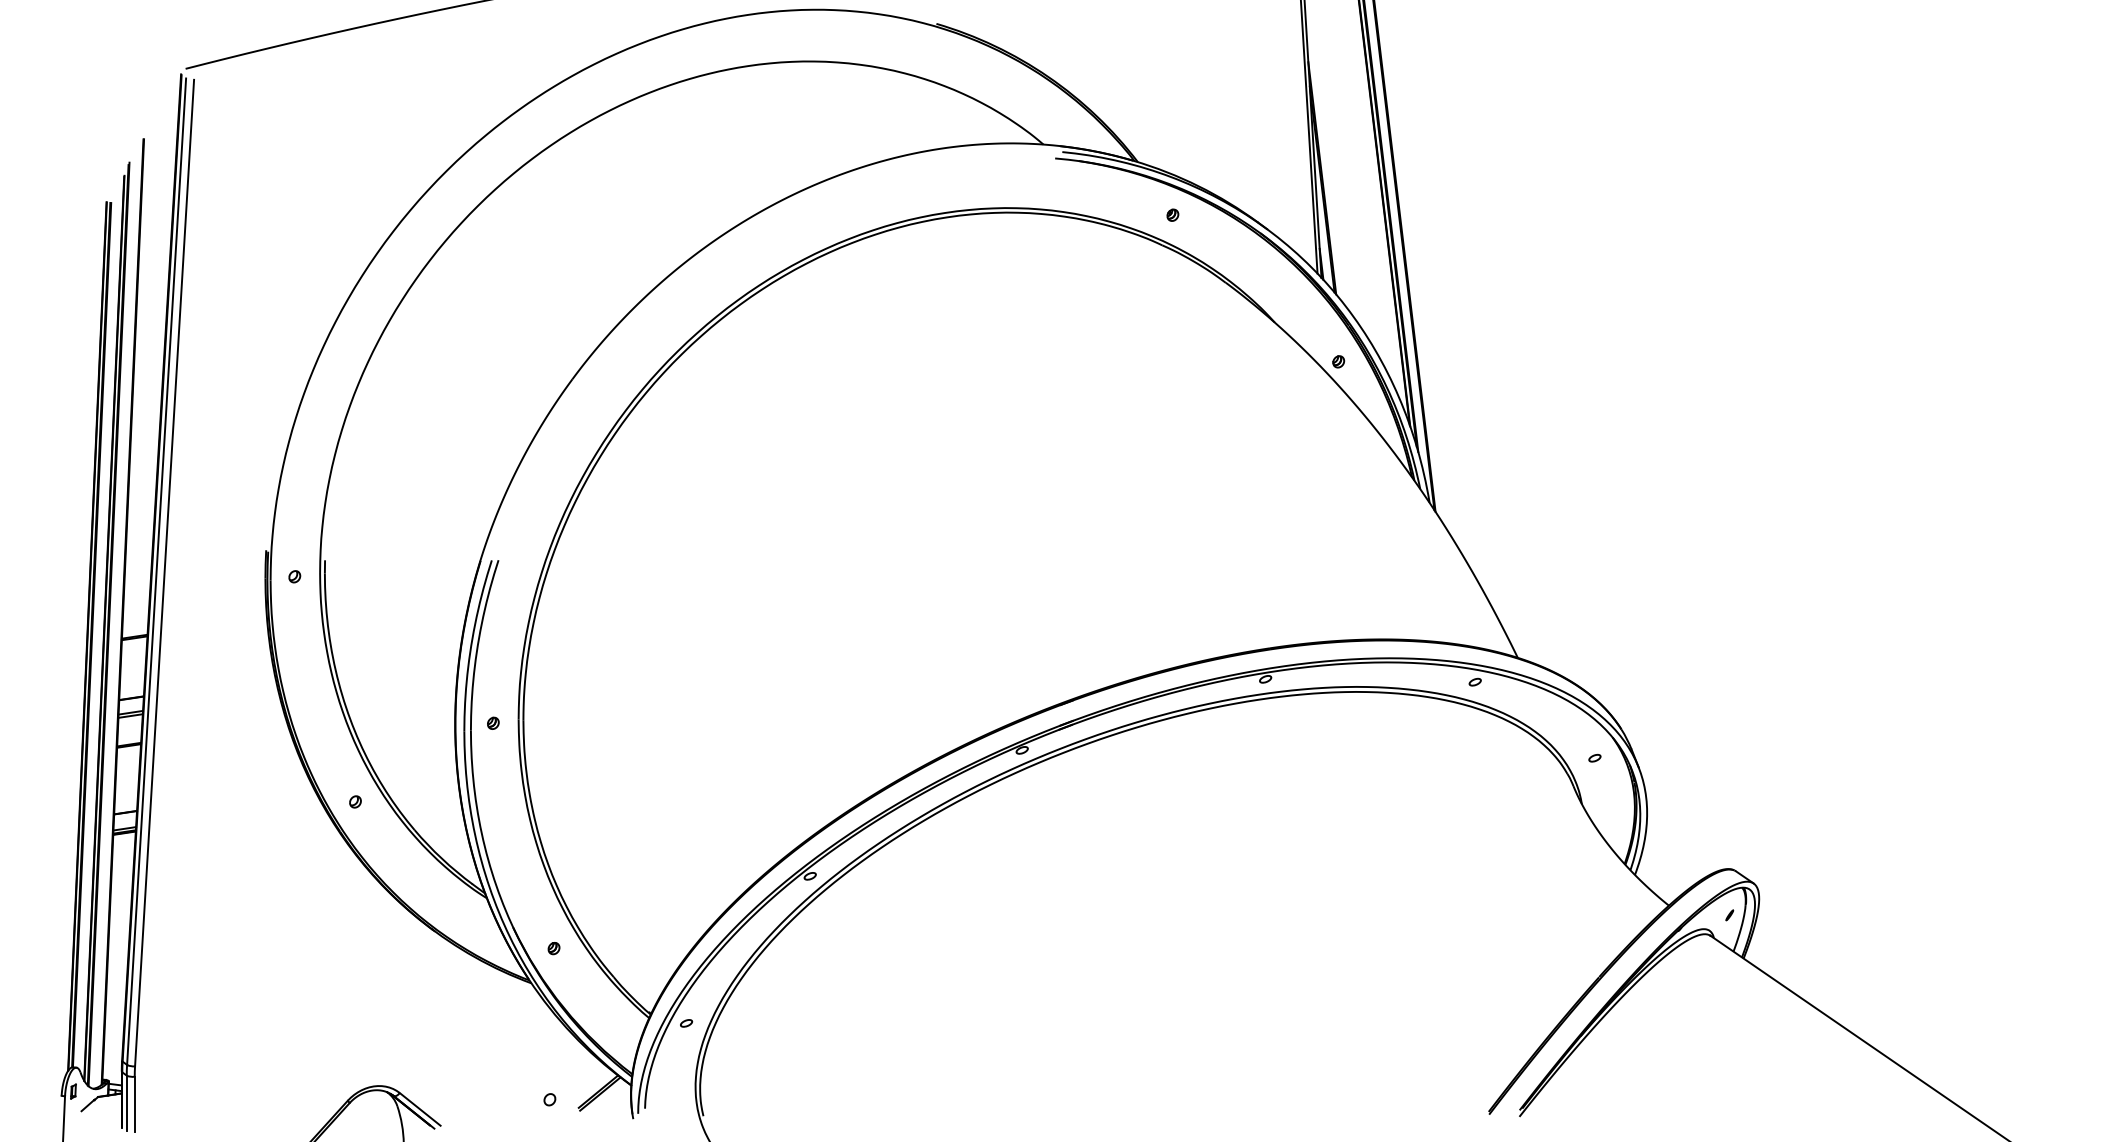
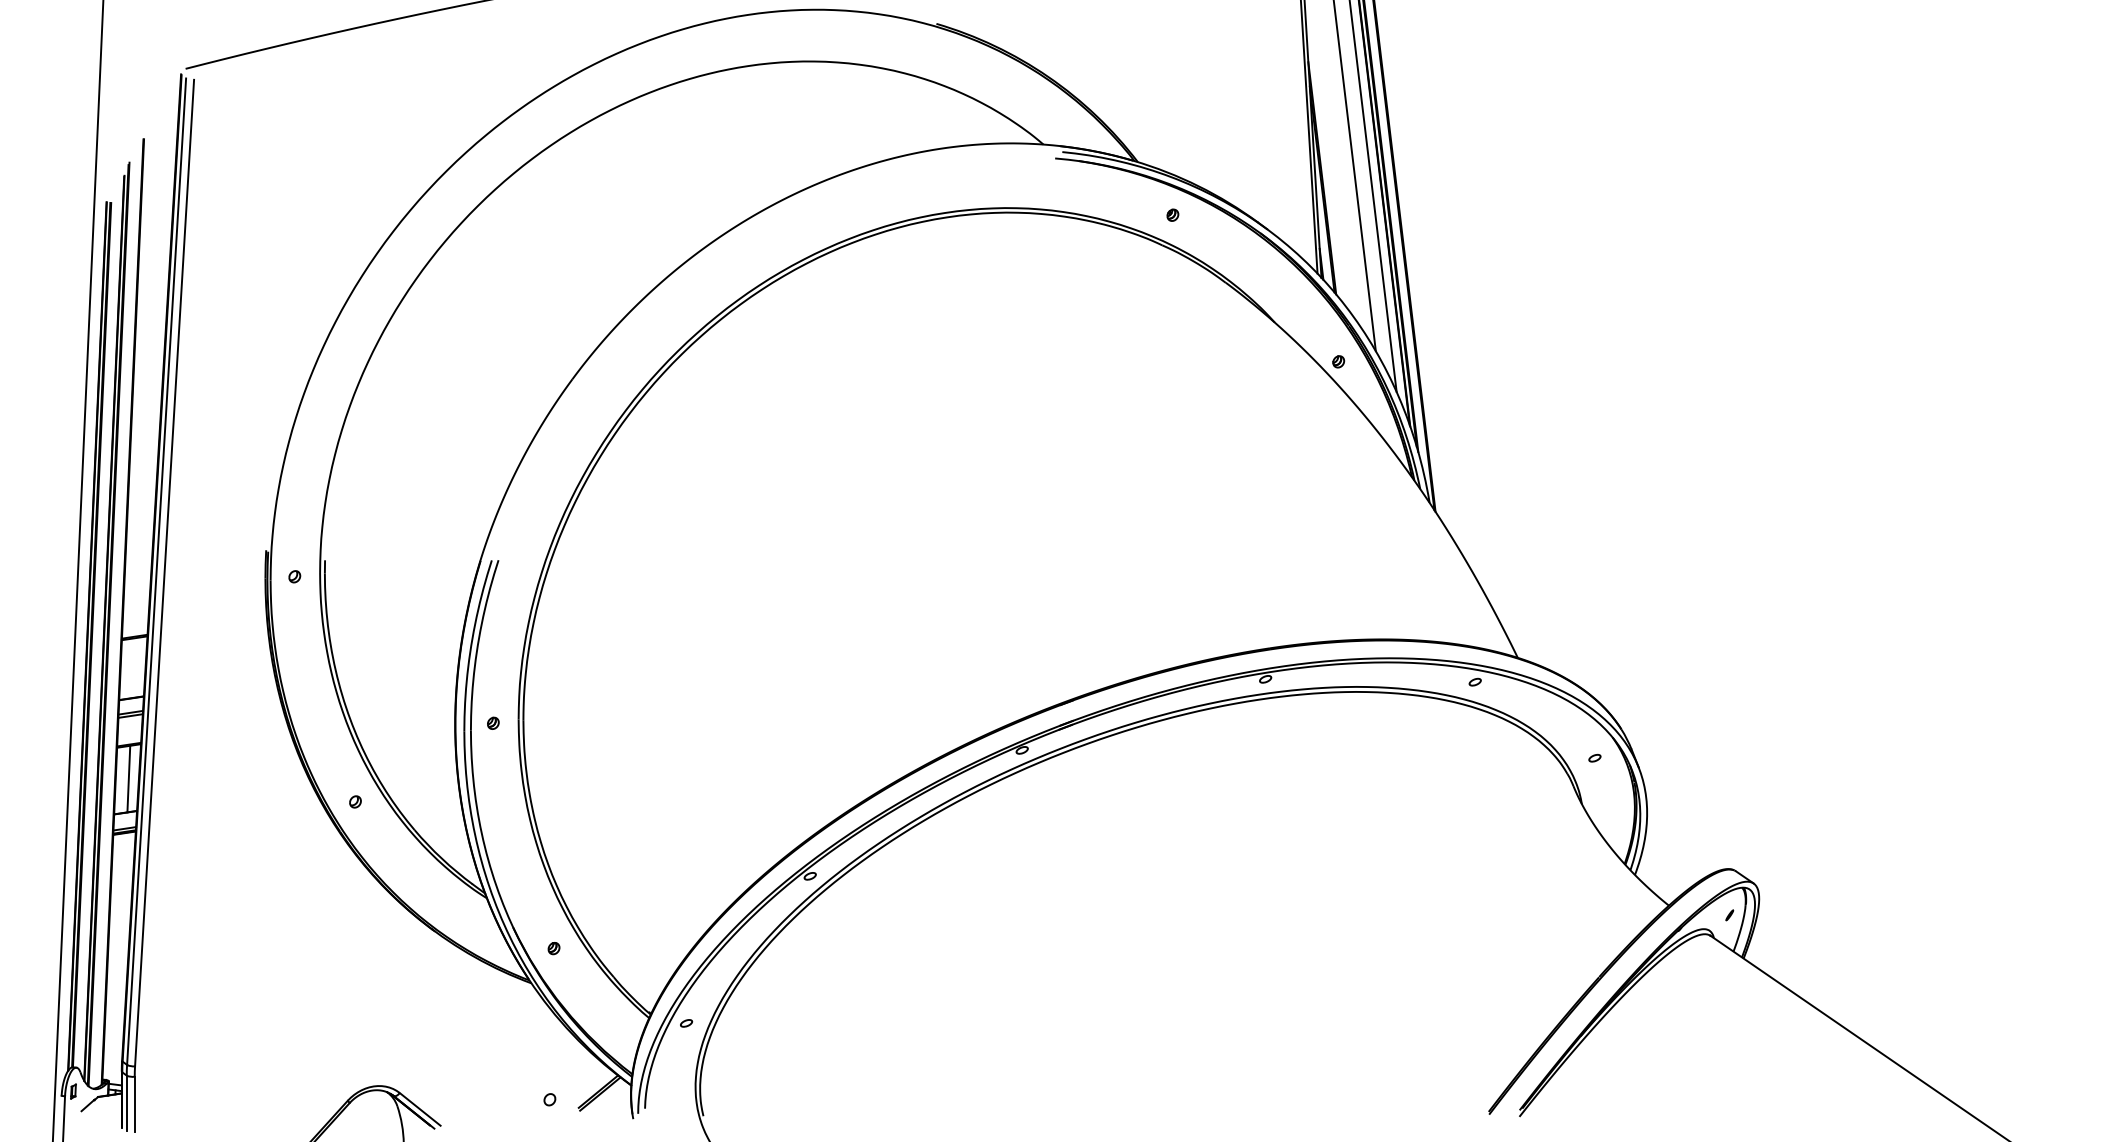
line at (1354, 176): none -> present
line at (1372, 196): none -> present
line at (78, 570): none -> present
line at (128, 778): none -> present
